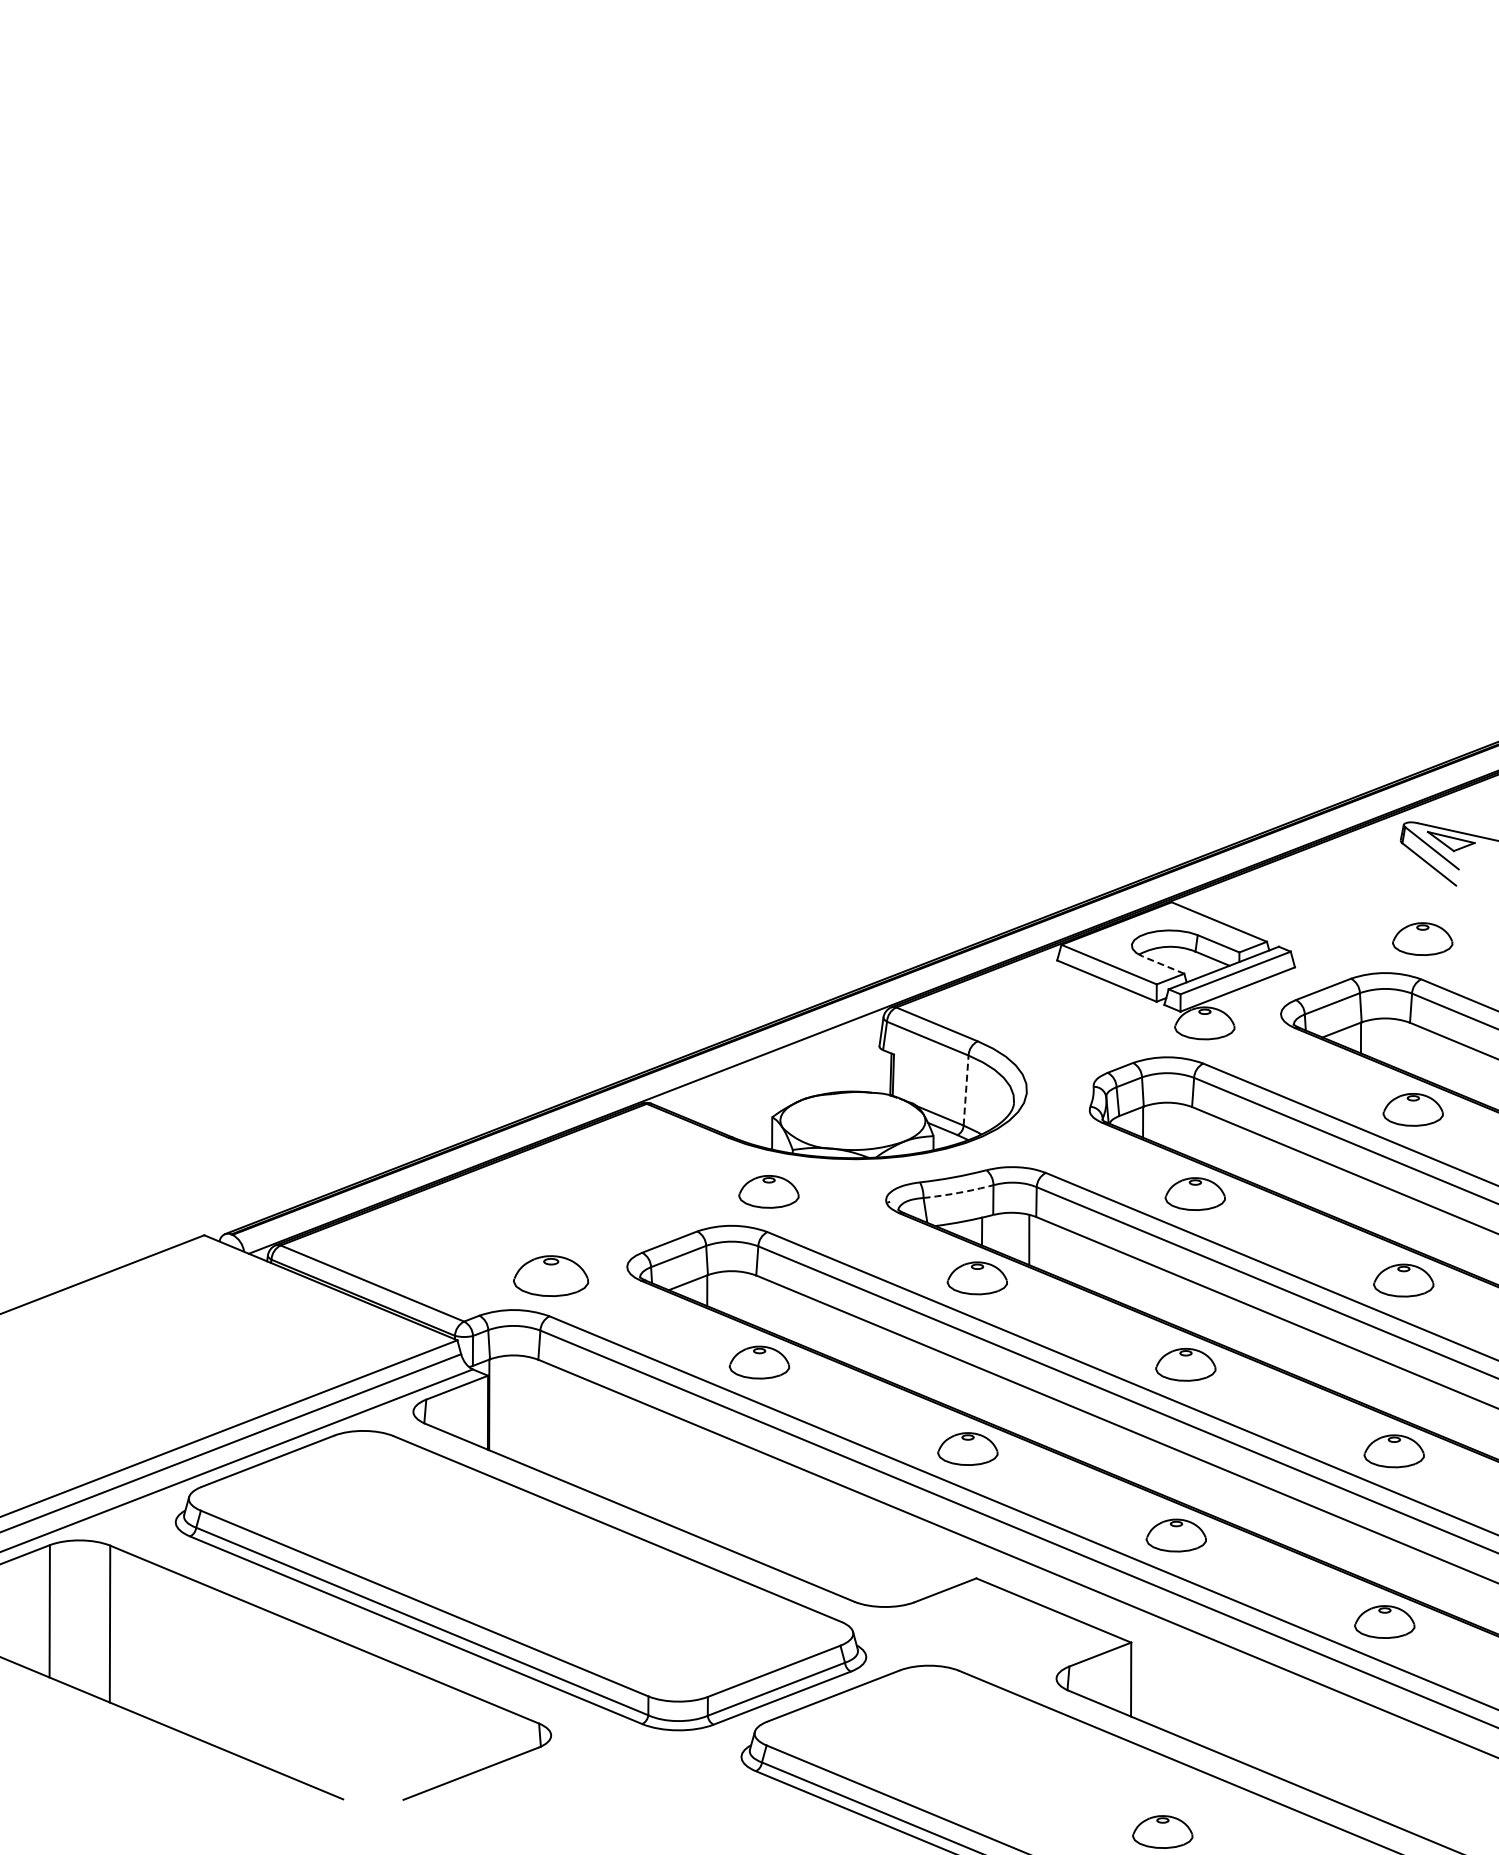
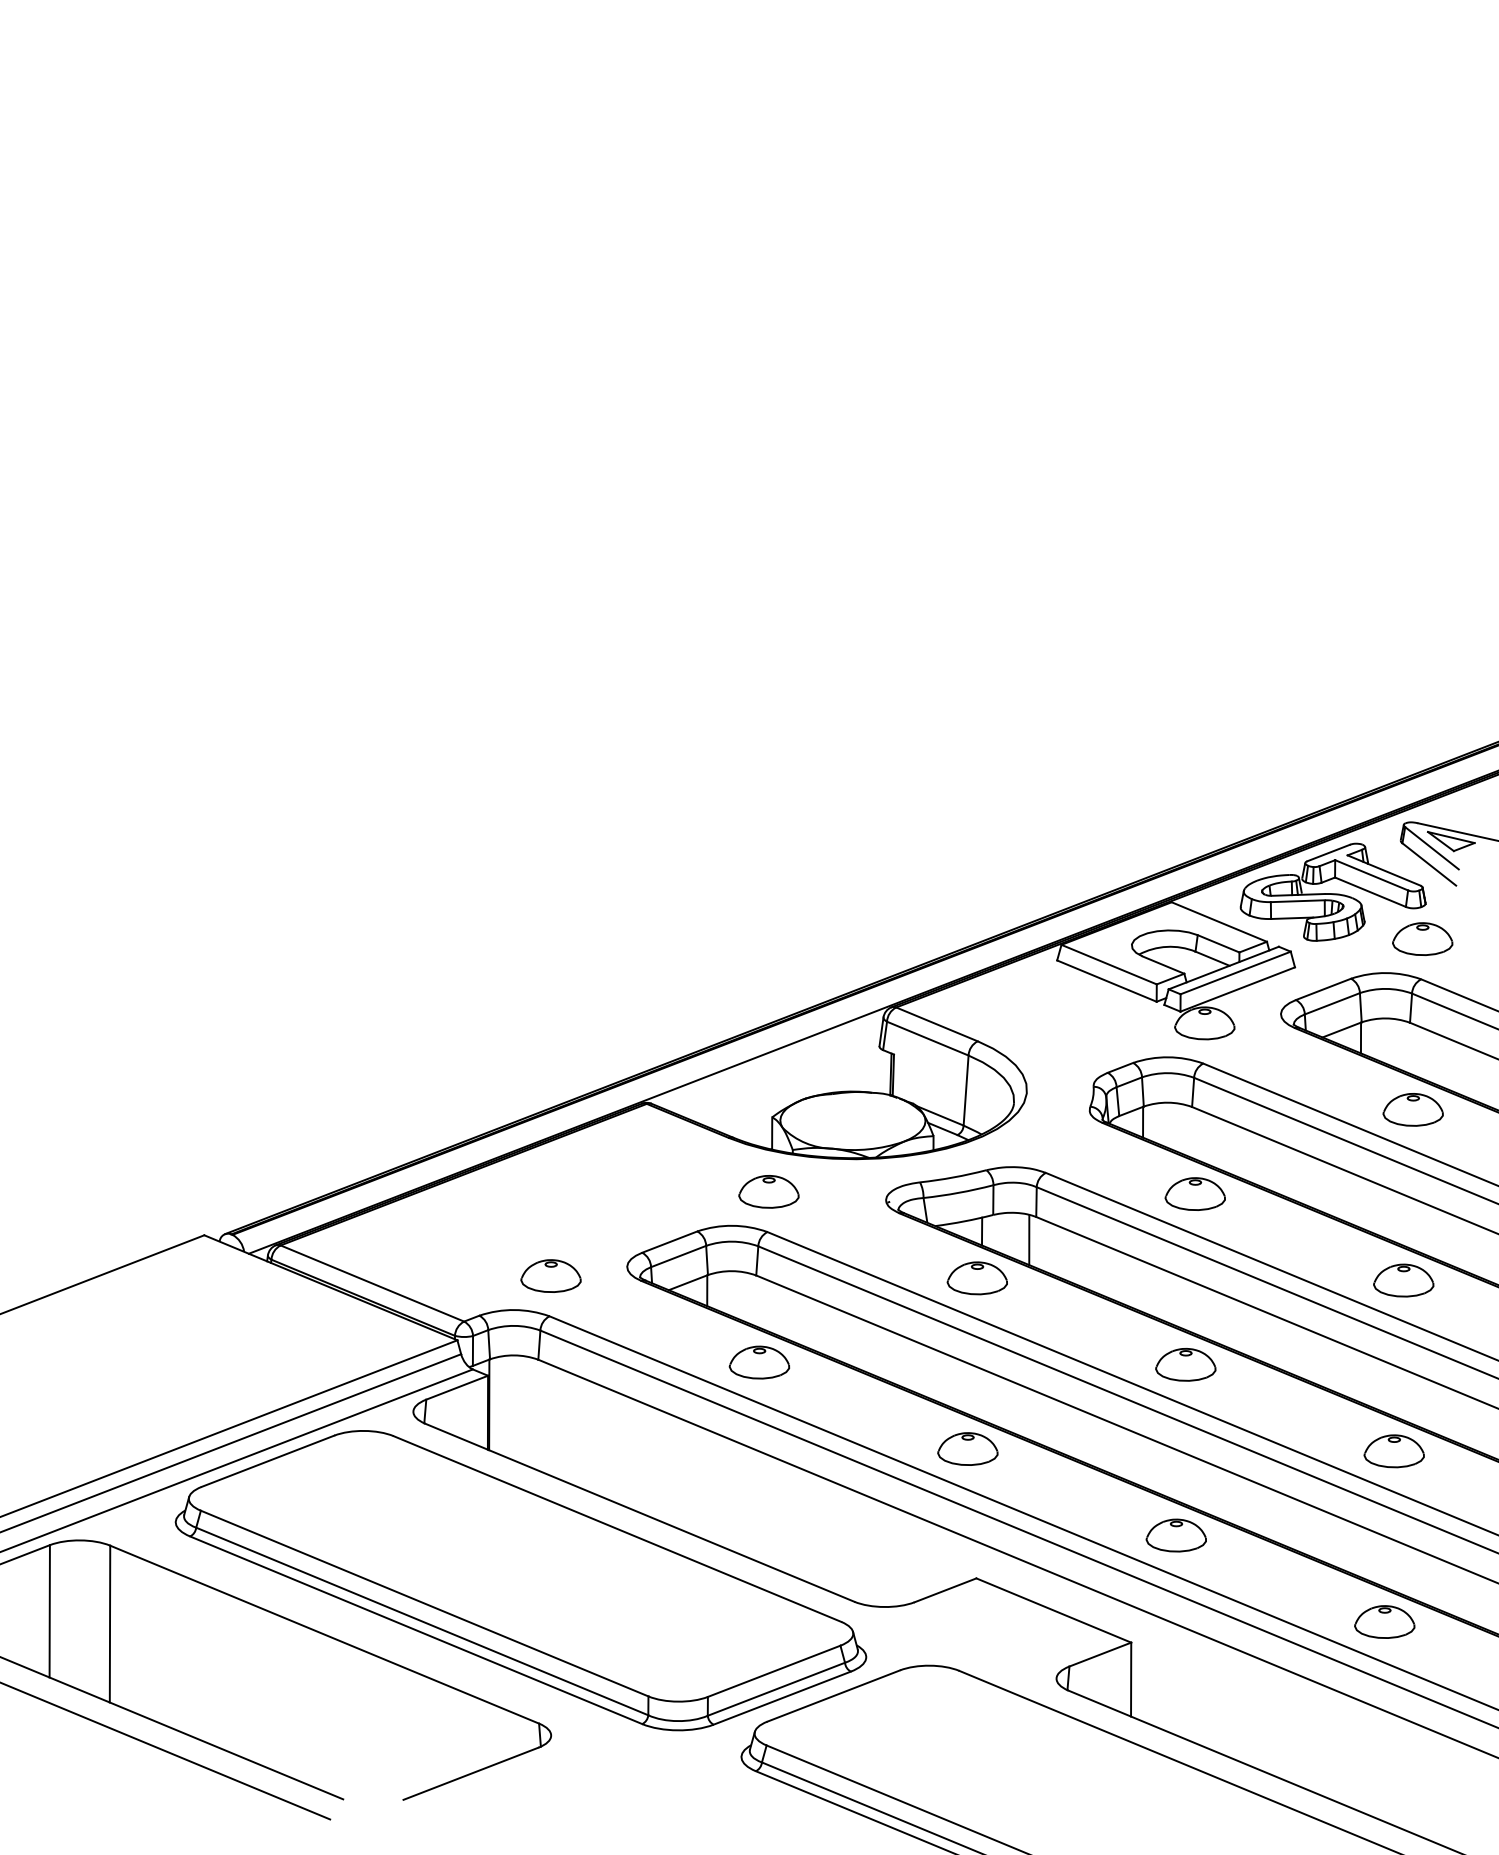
part at (1332, 891): none -> present
line at (1163, 965): dashed -> solid
line at (966, 1090): dashed -> solid
arc at (958, 1192): dashed -> solid
part at (551, 1275) size: 77x42 px -> 62x34 px
line at (166, 1751): none -> present
part at (1162, 1831): present -> none
